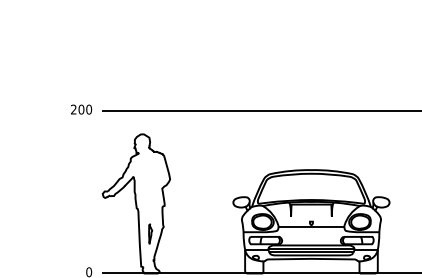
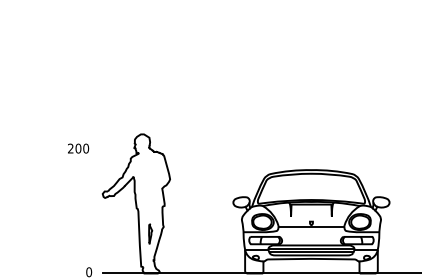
text at (81, 109) position: (81, 109) -> (78, 148)
line at (260, 110): present -> none
